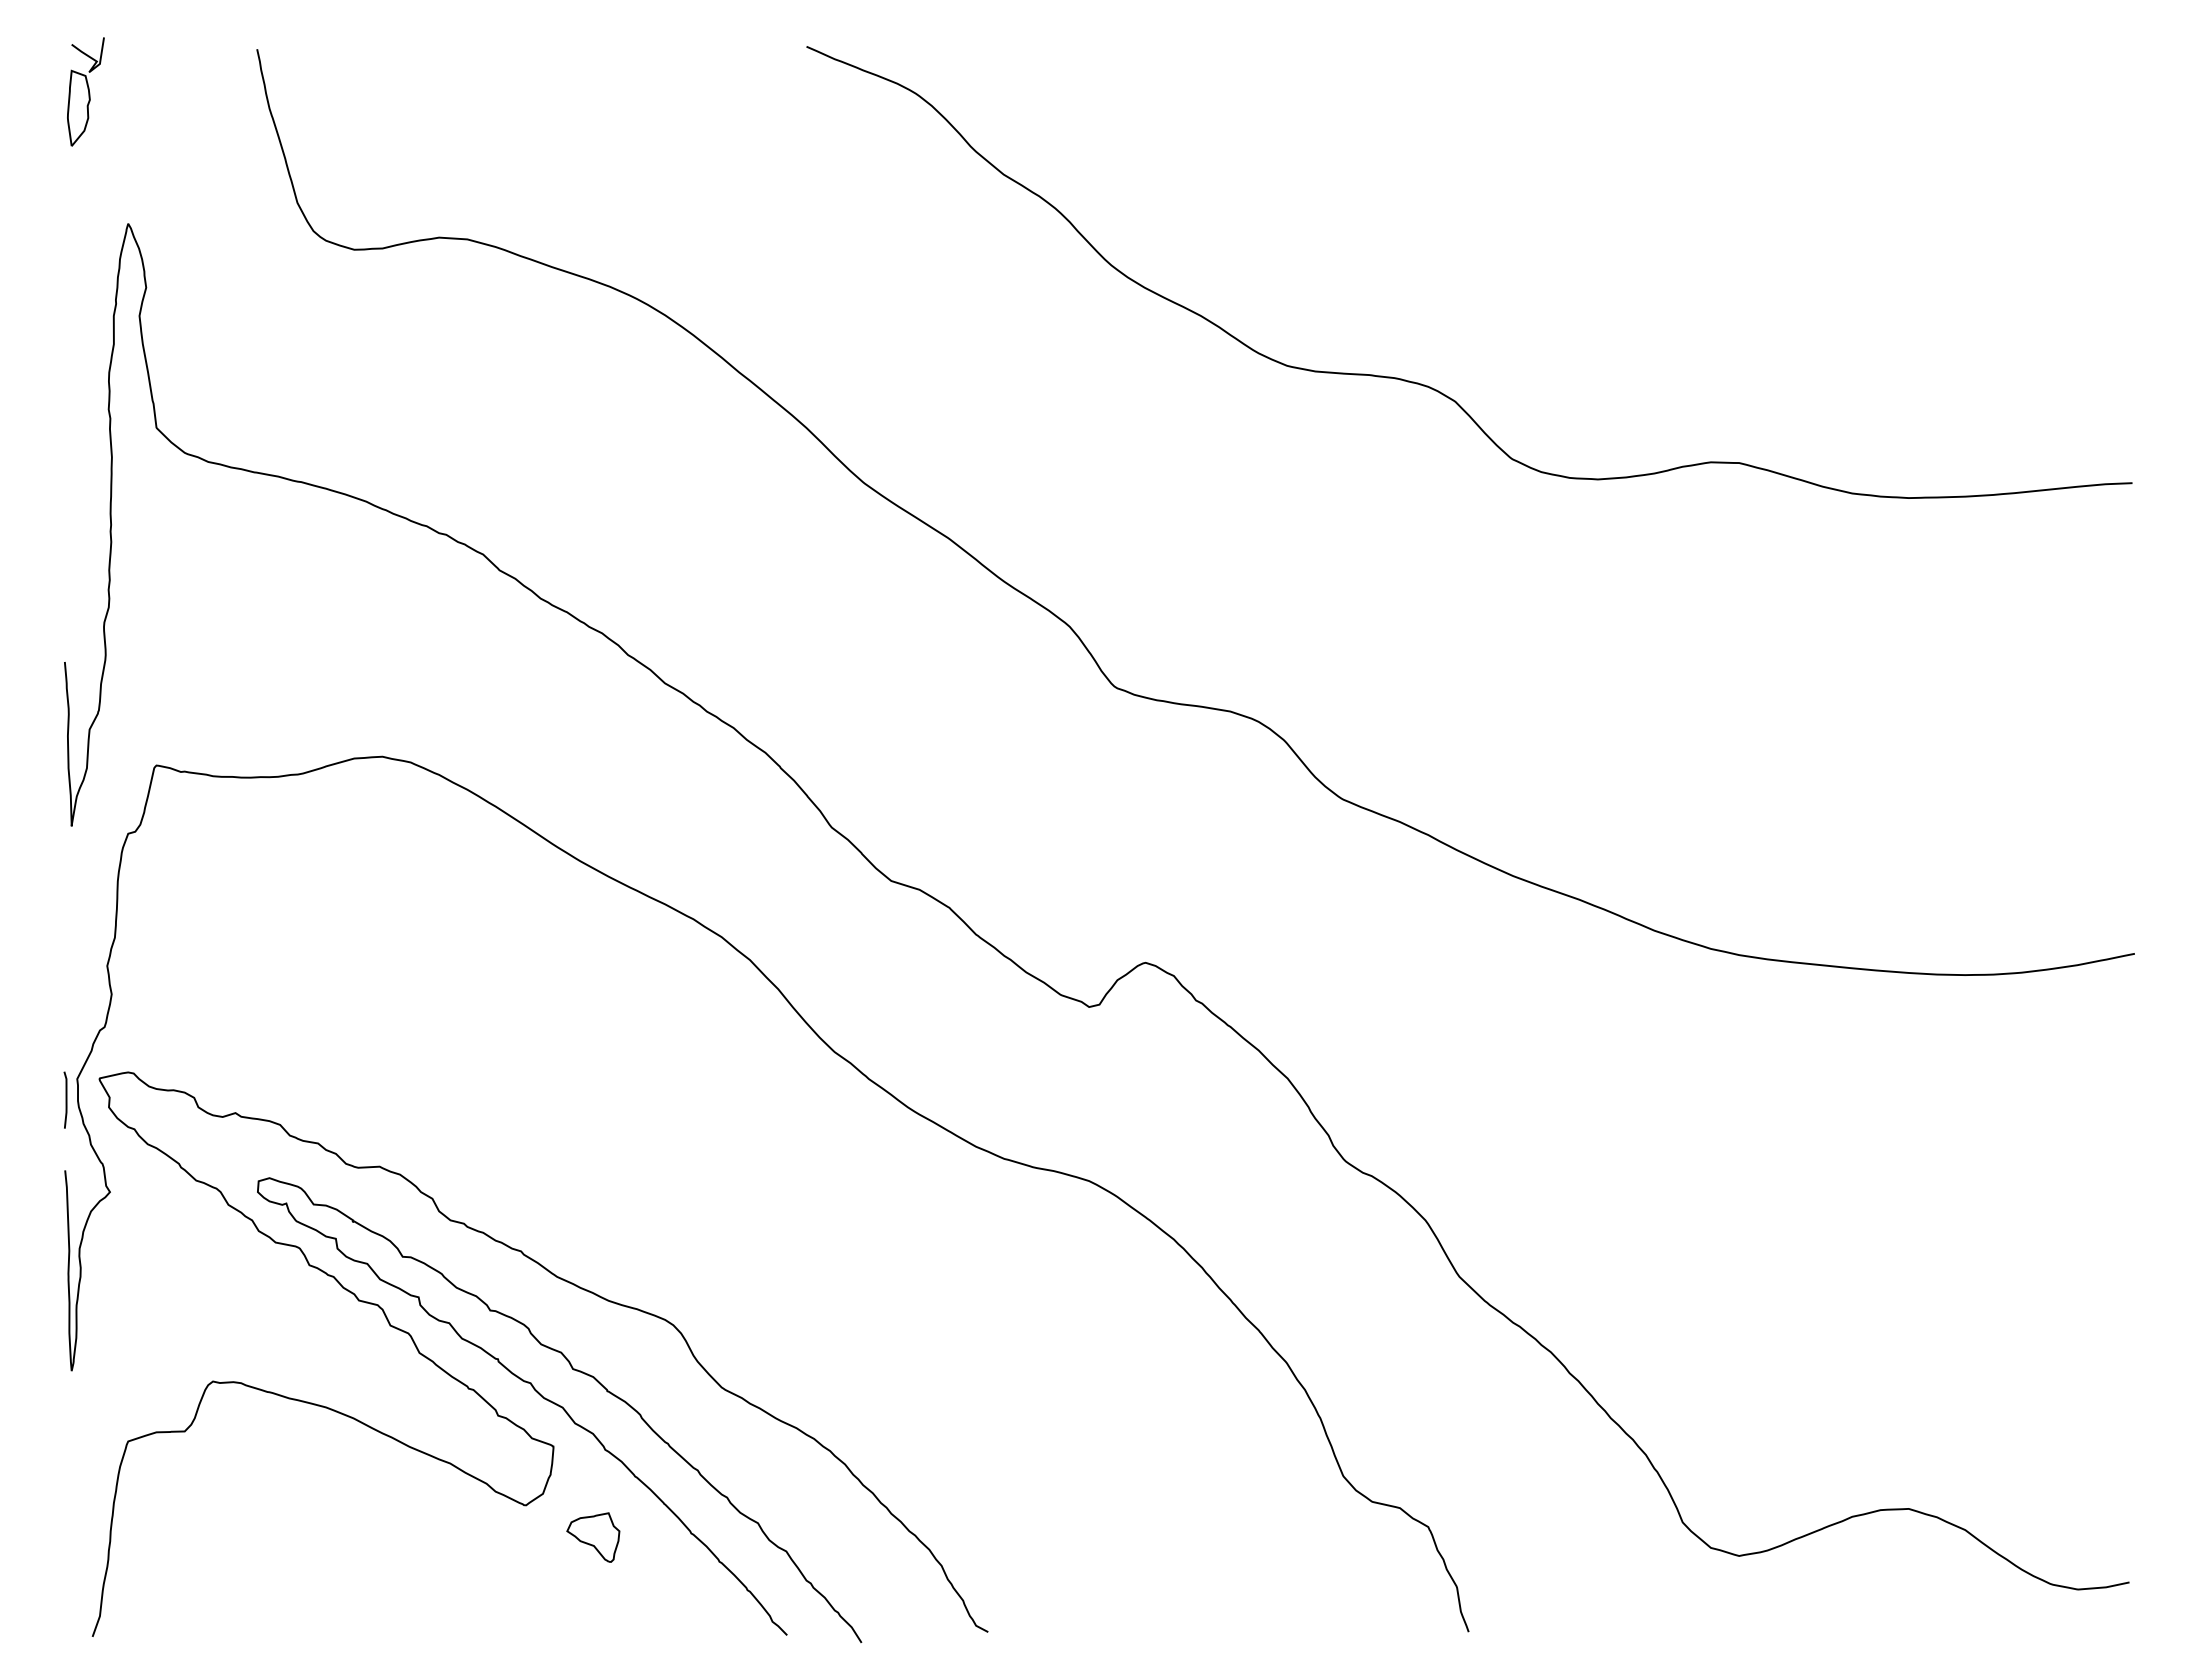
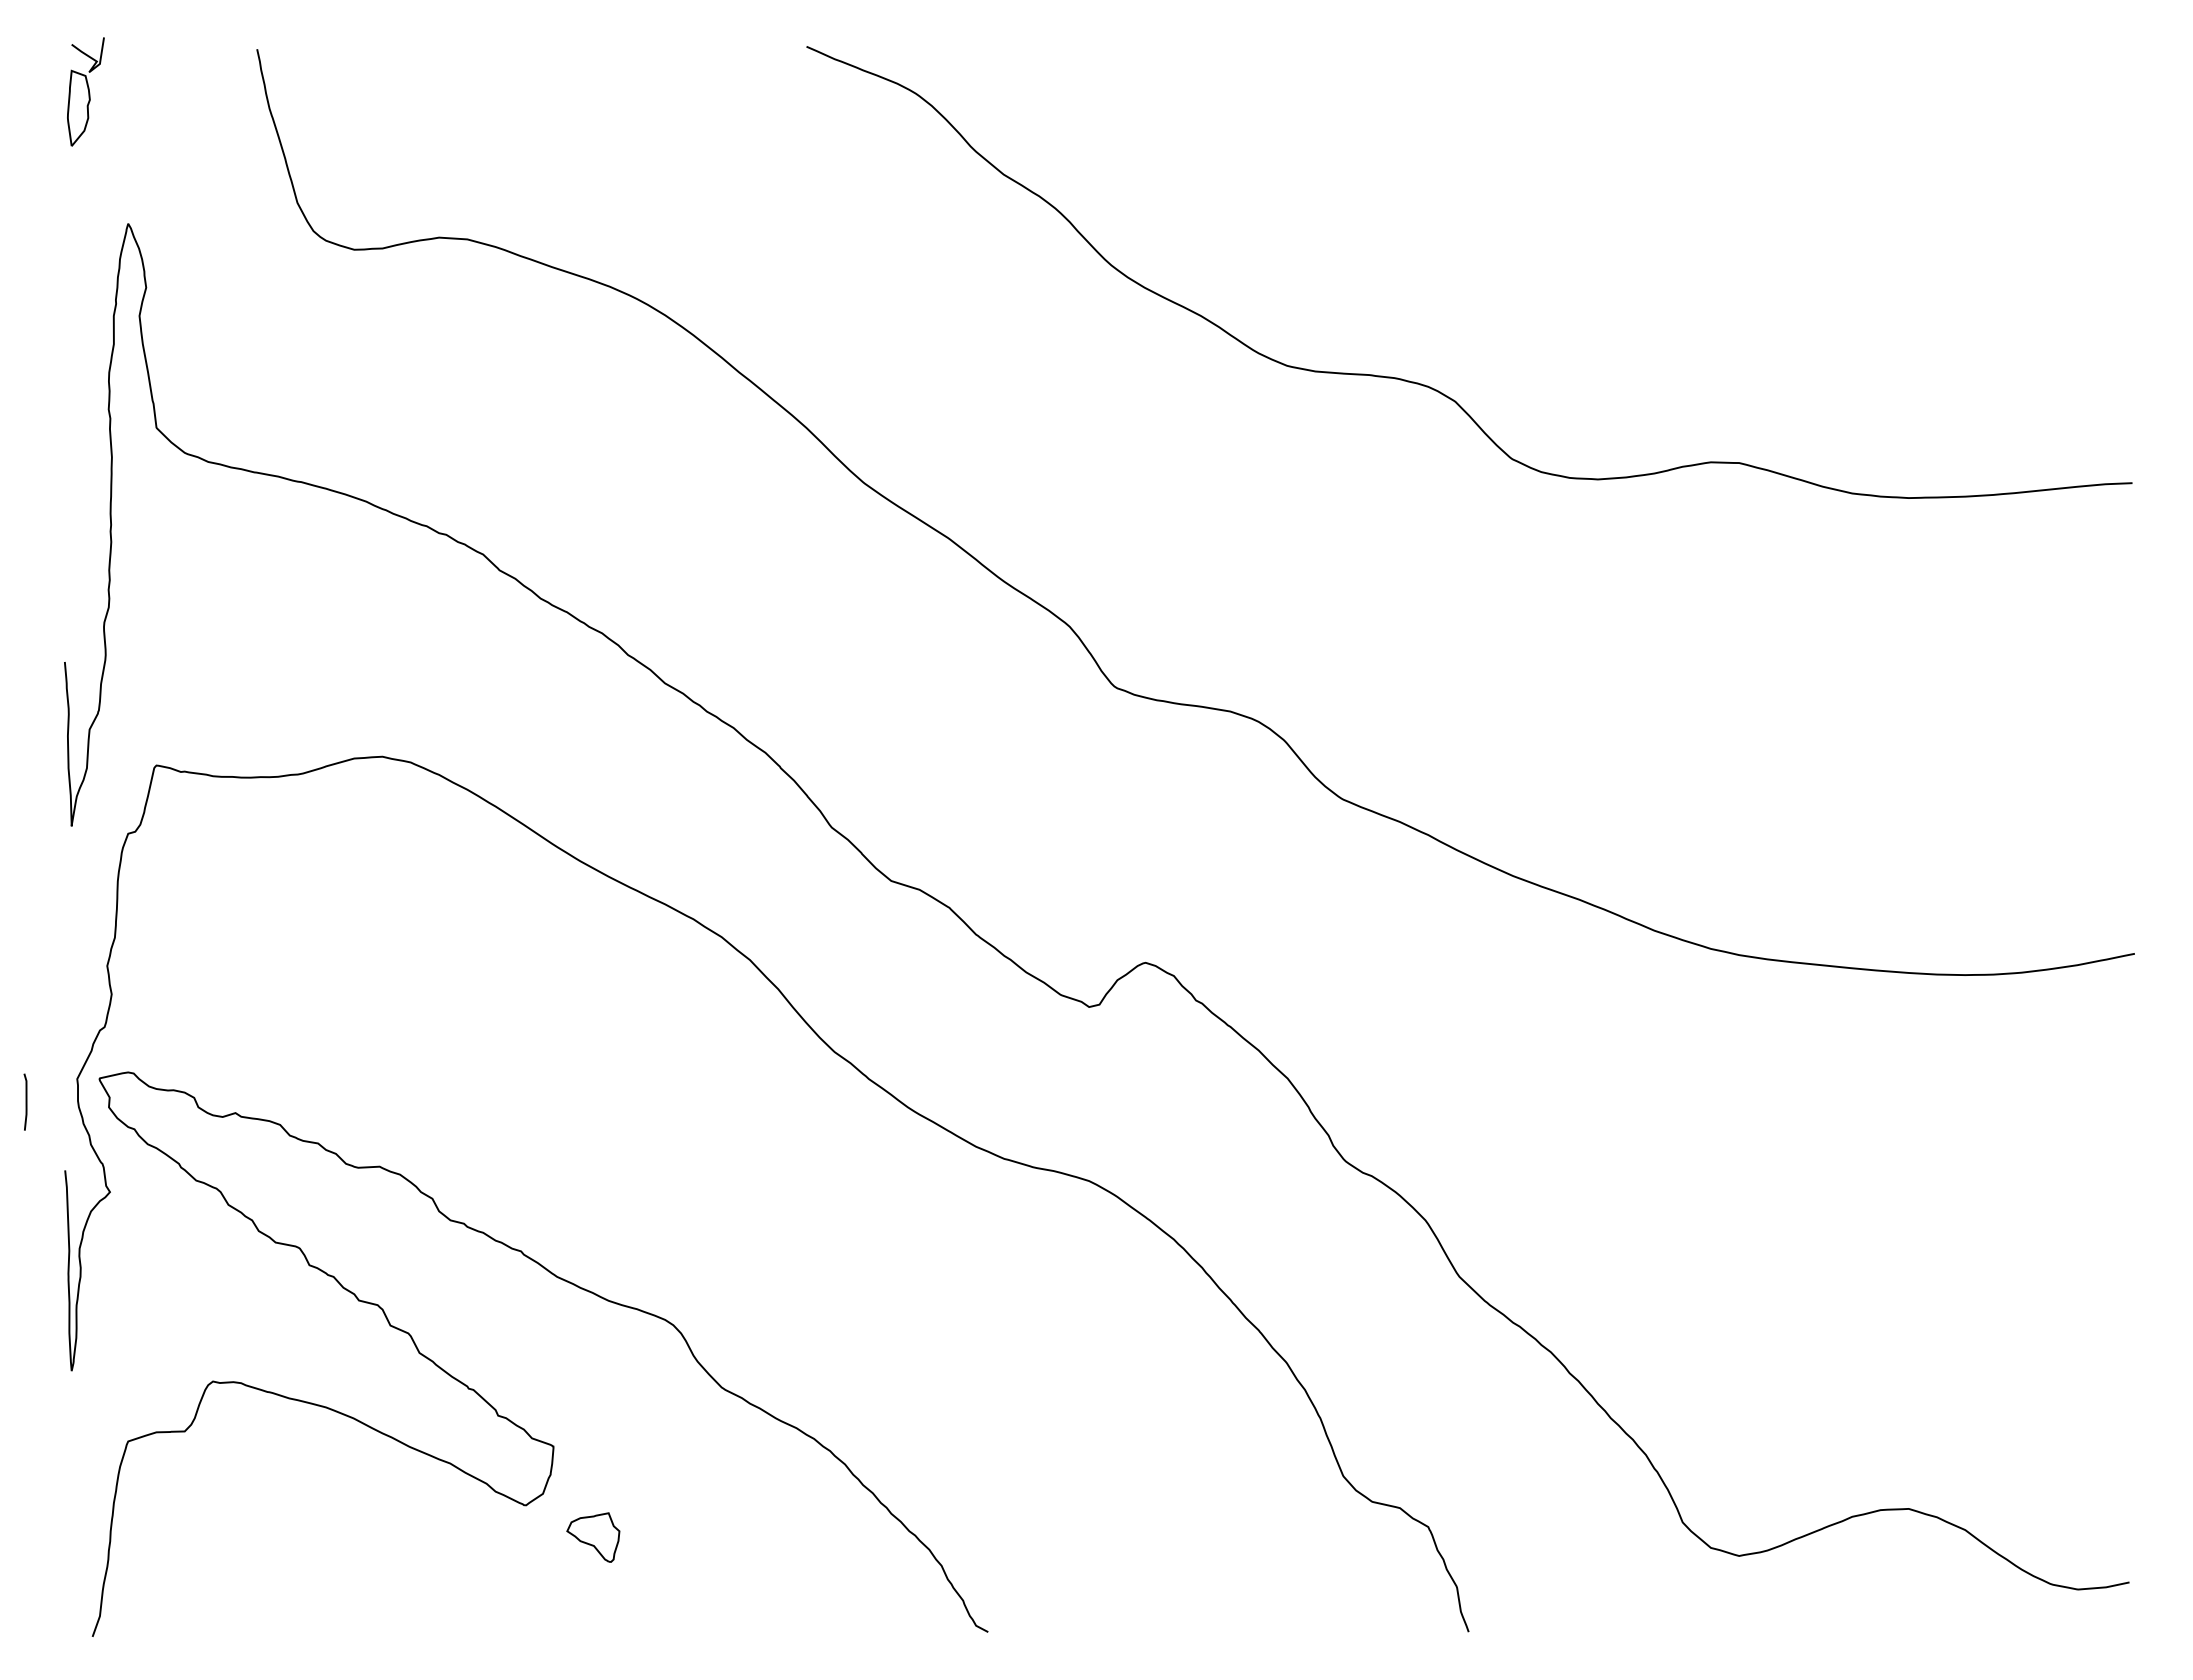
curve at (65, 1099) position: (65, 1099) -> (25, 1101)
curve at (560, 1407): present -> none
